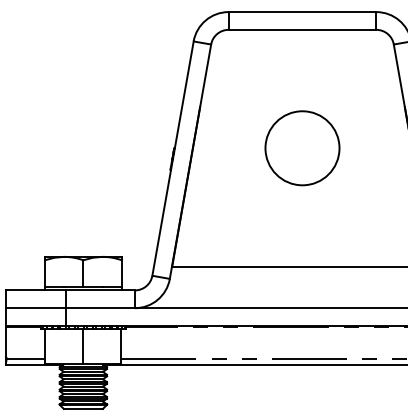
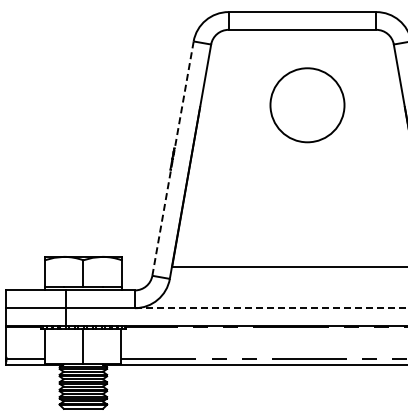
circle at (302, 148) position: (302, 148) -> (307, 105)
line at (173, 158): solid -> dashed
line at (271, 308): solid -> dashed
